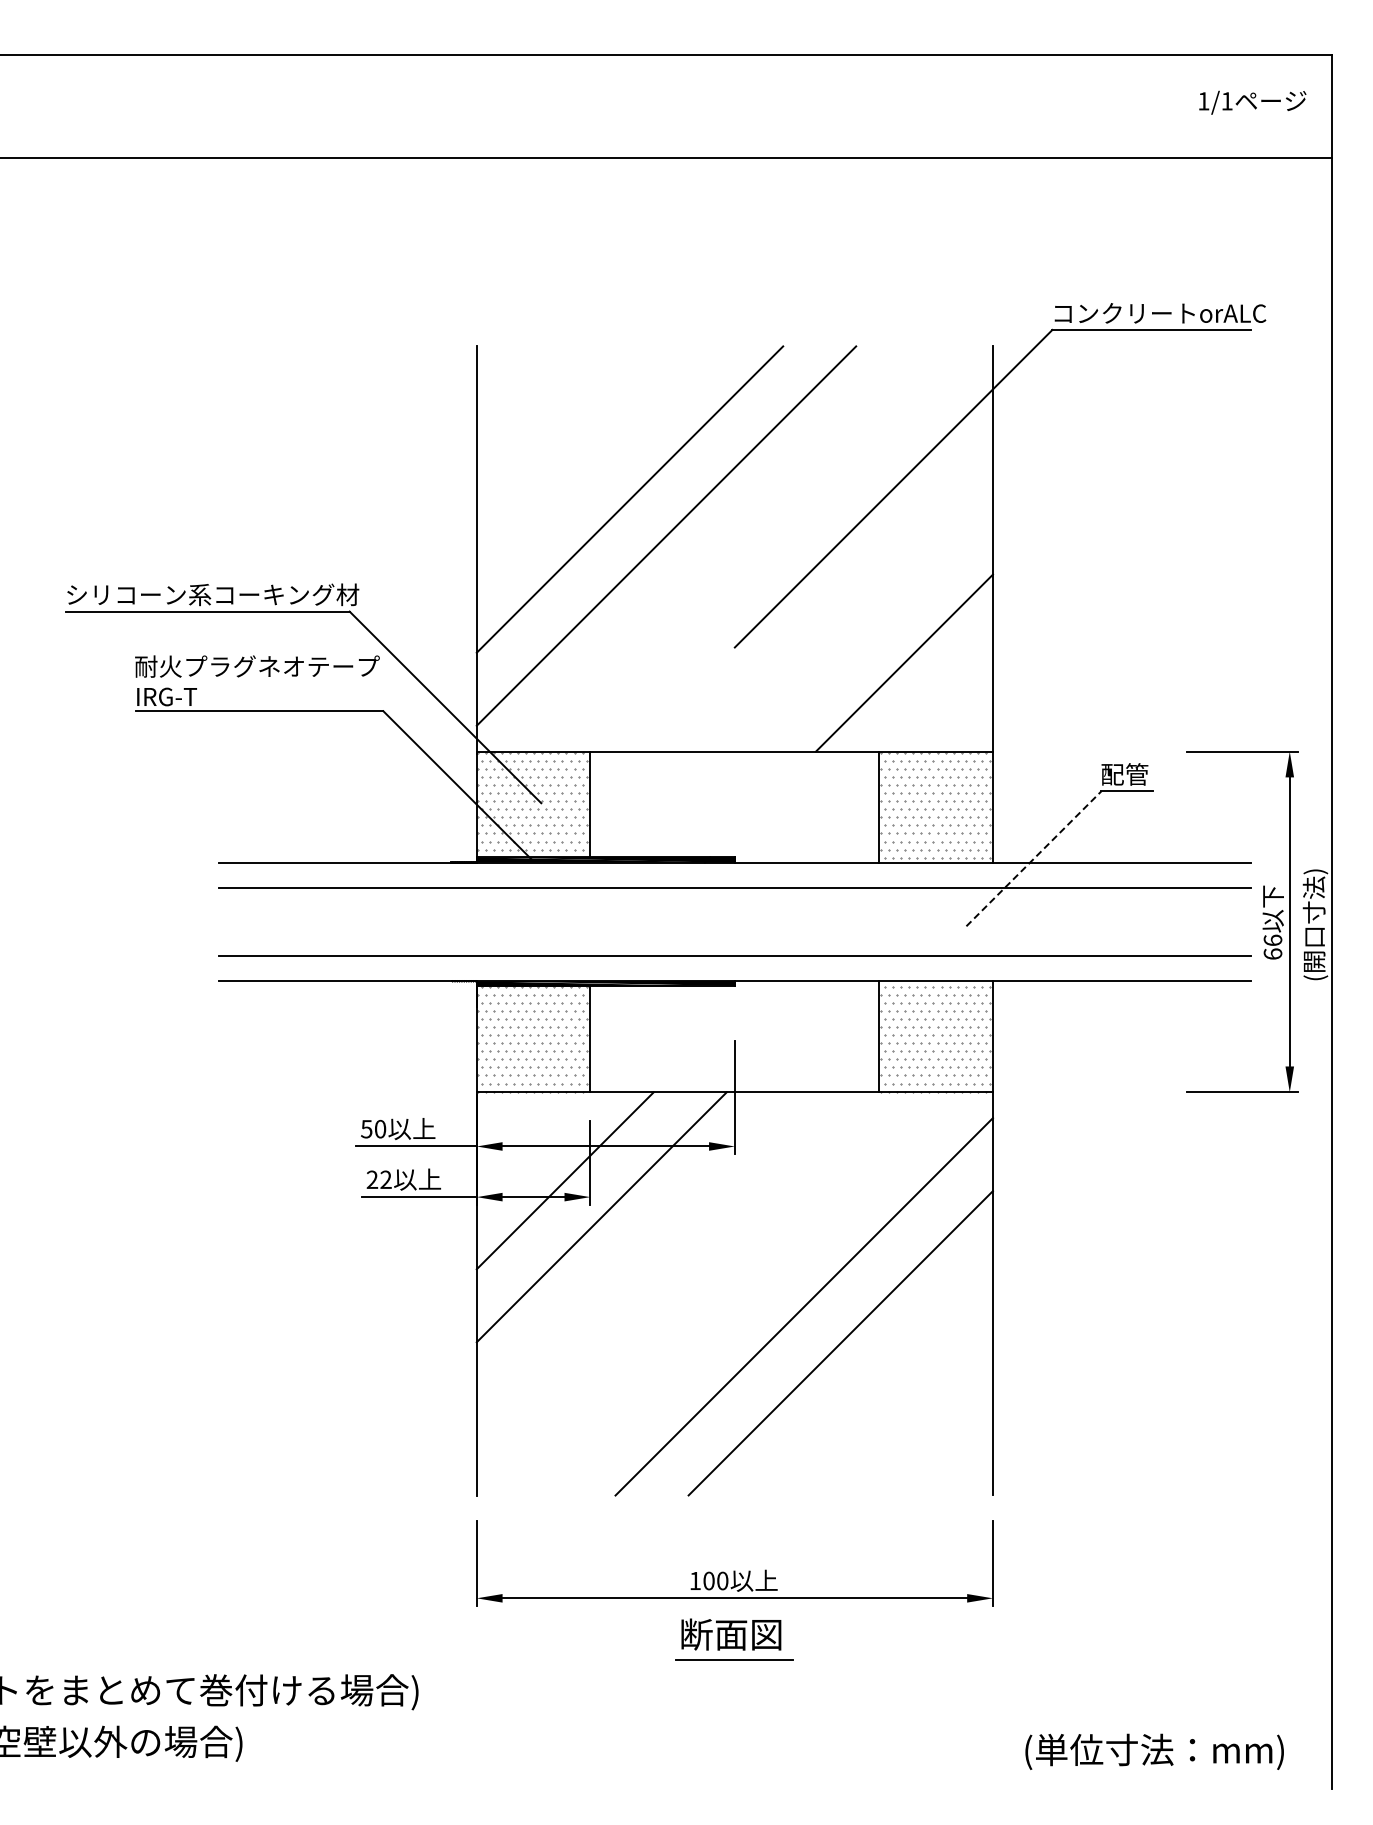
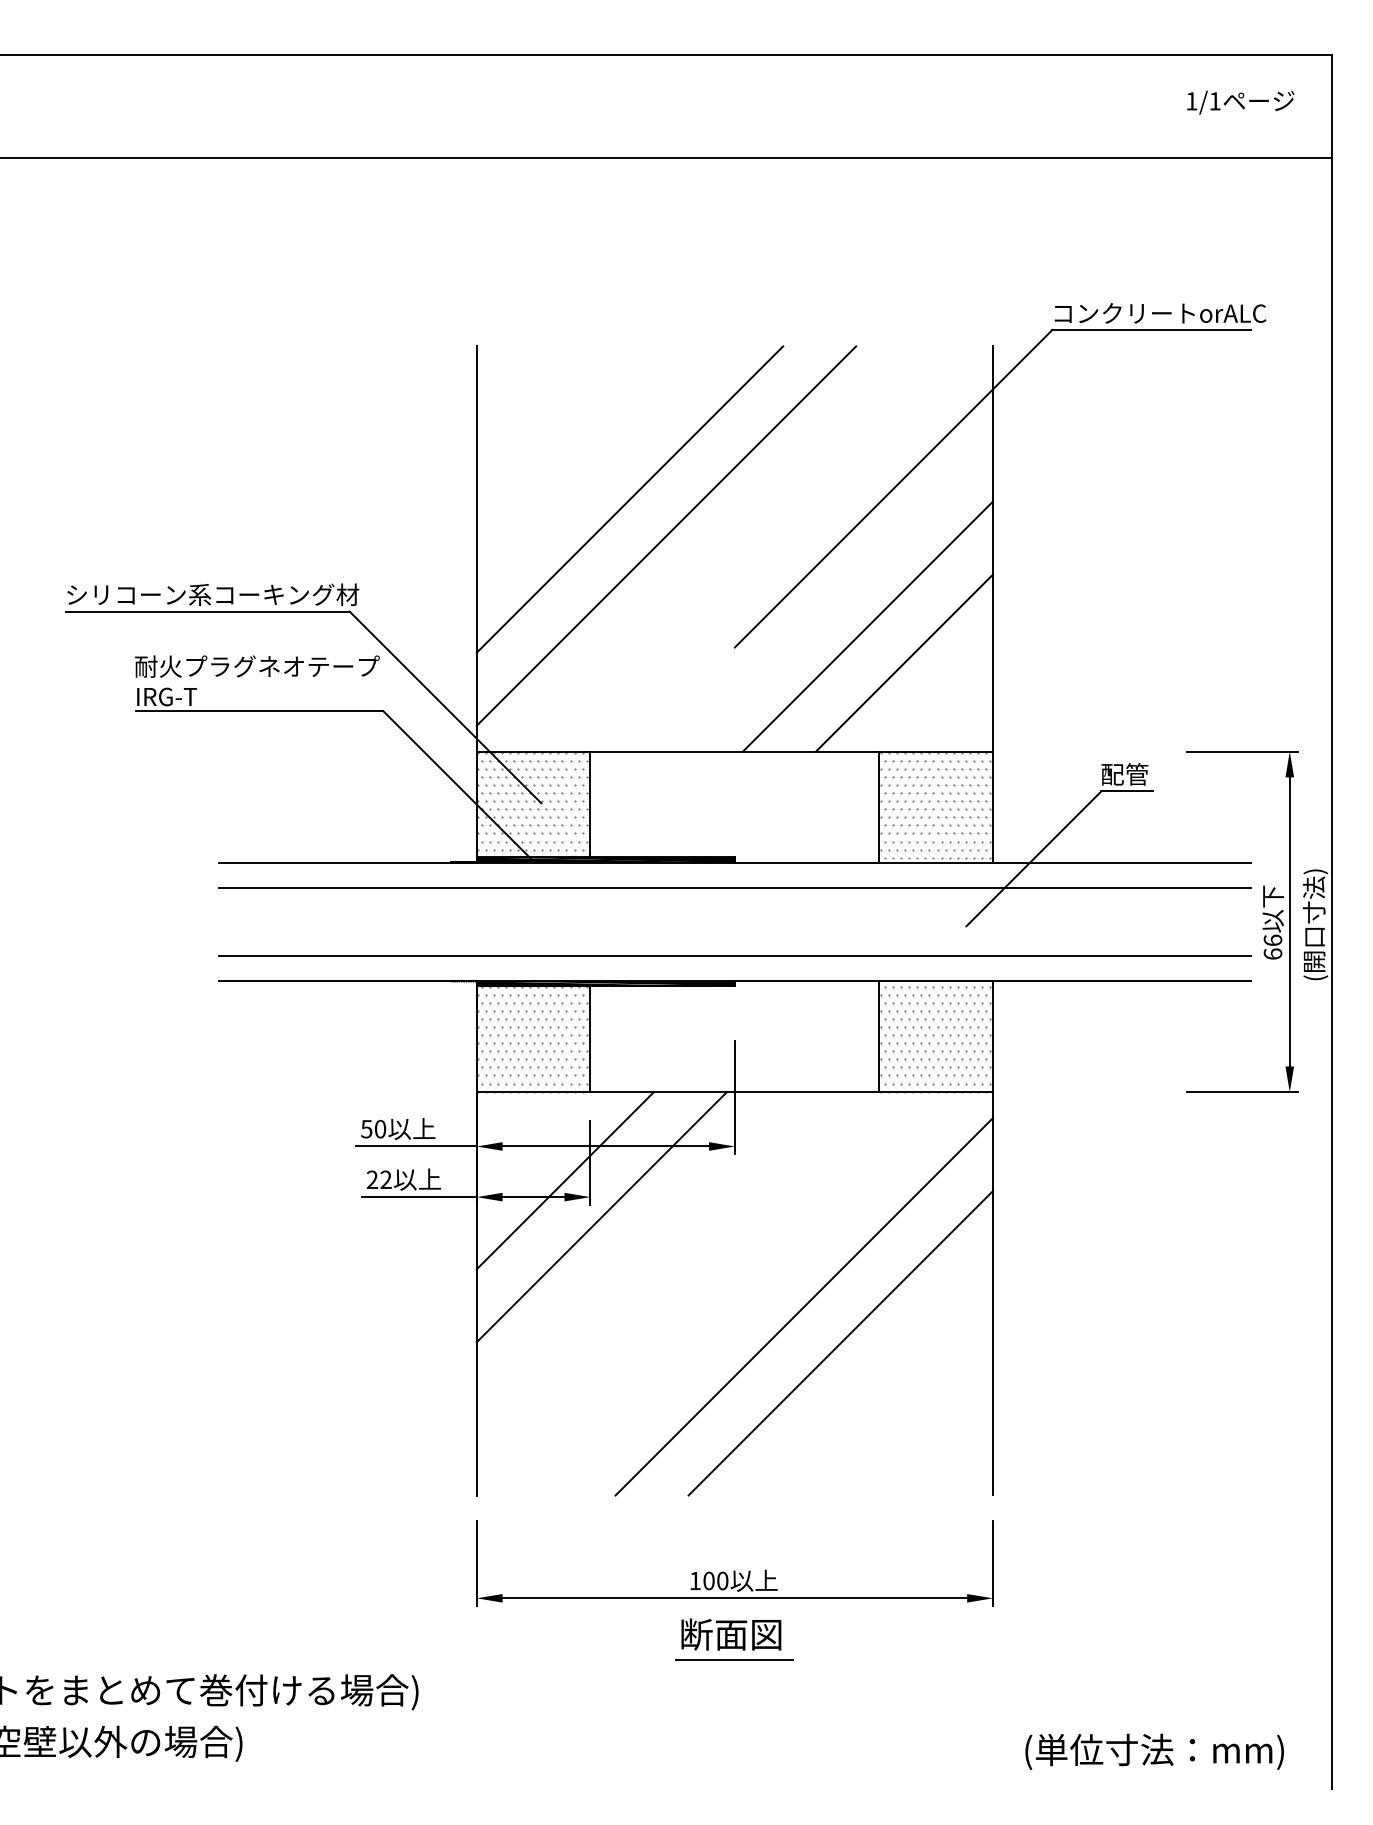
text at (1252, 102) position: (1252, 102) -> (1240, 102)
line at (867, 626): none -> present
line at (1034, 858): dashed -> solid
